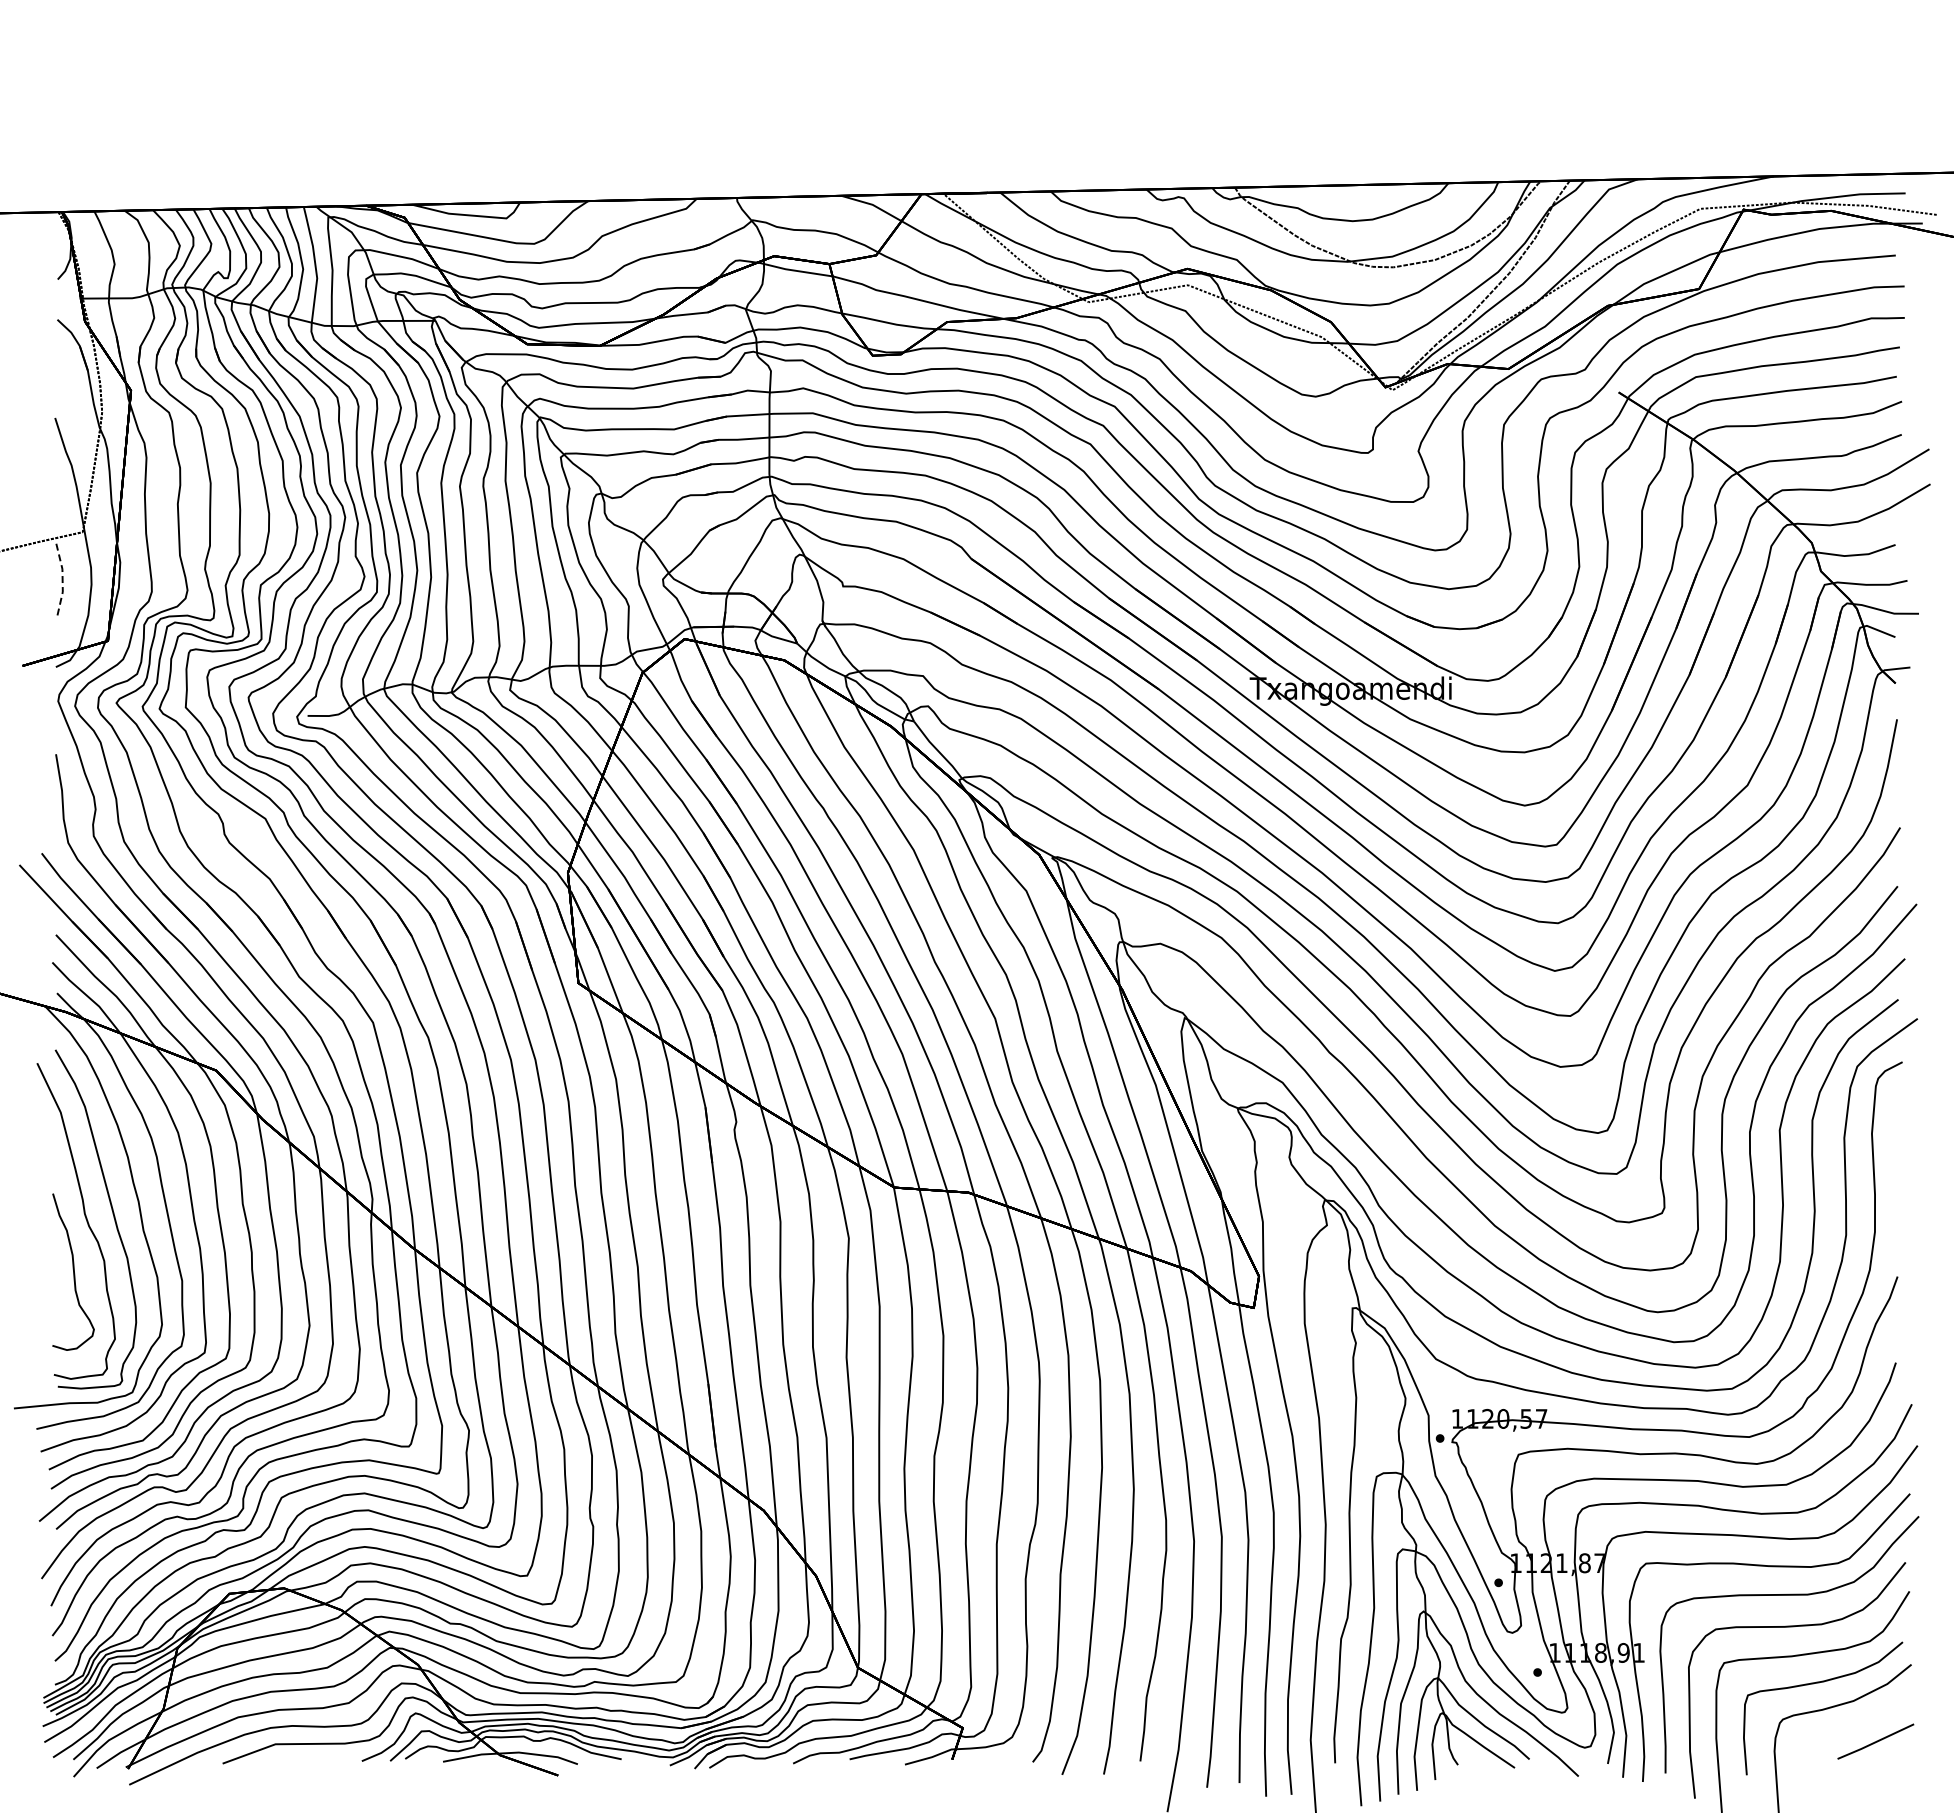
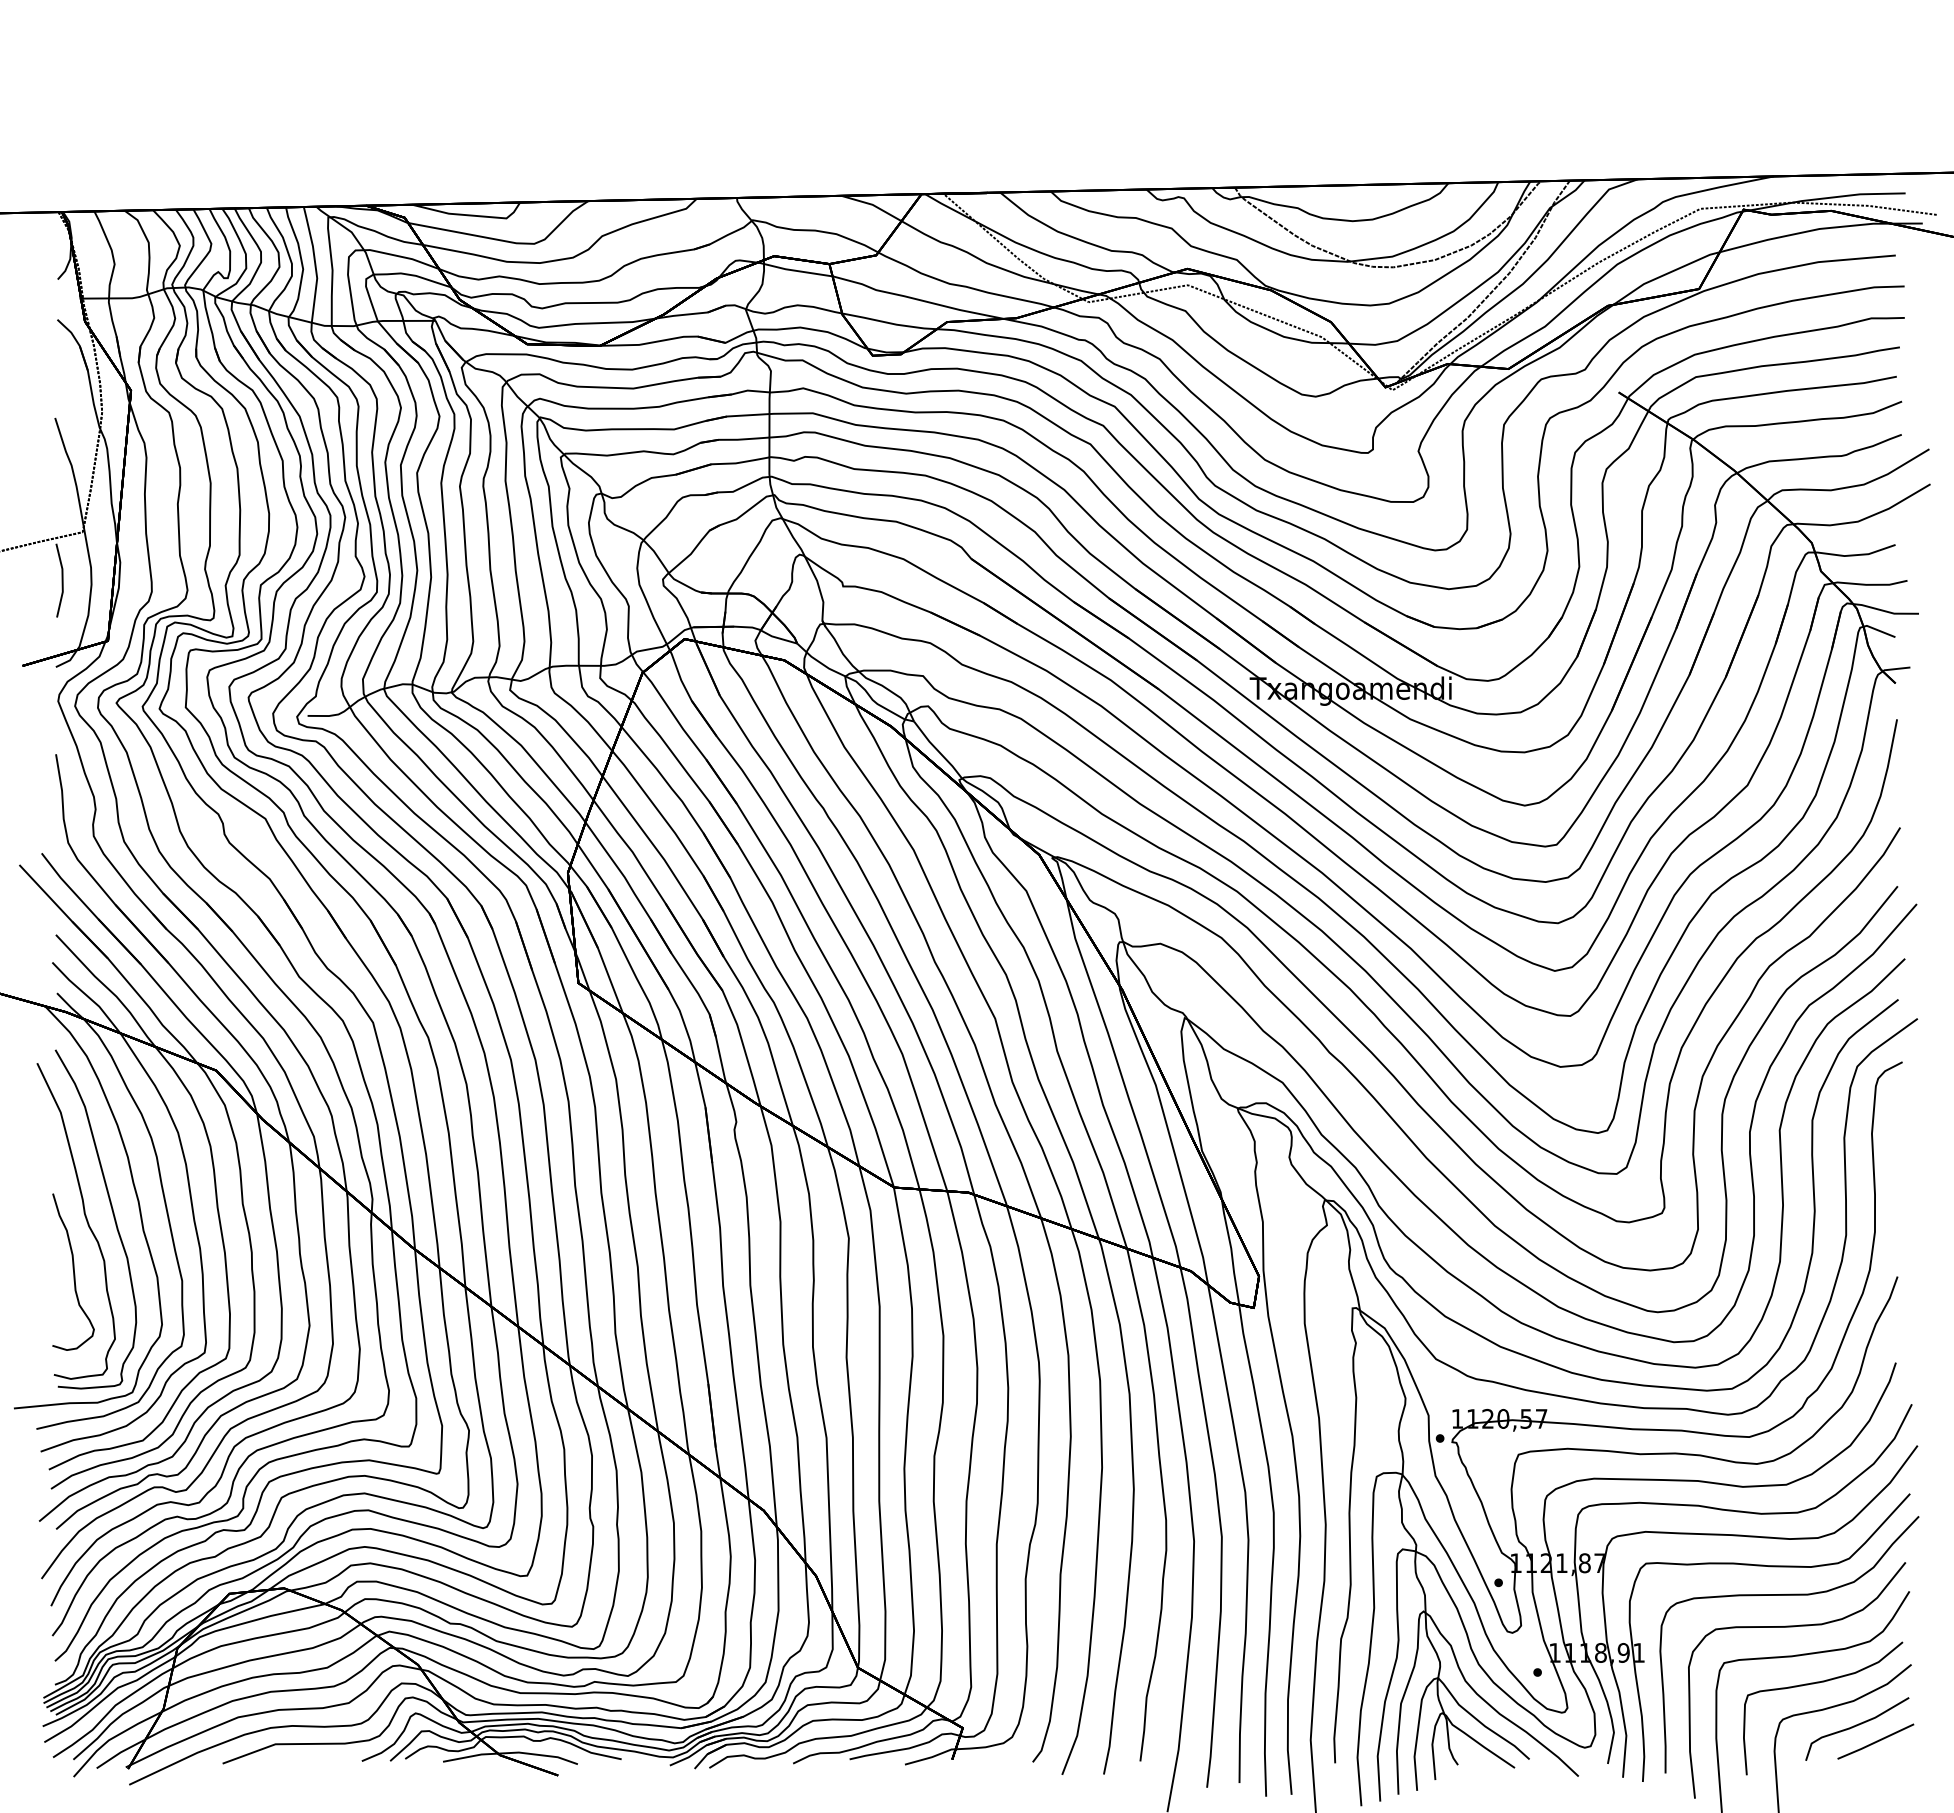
line at (62, 581): dashed -> solid
curve at (1857, 1726): none -> present
